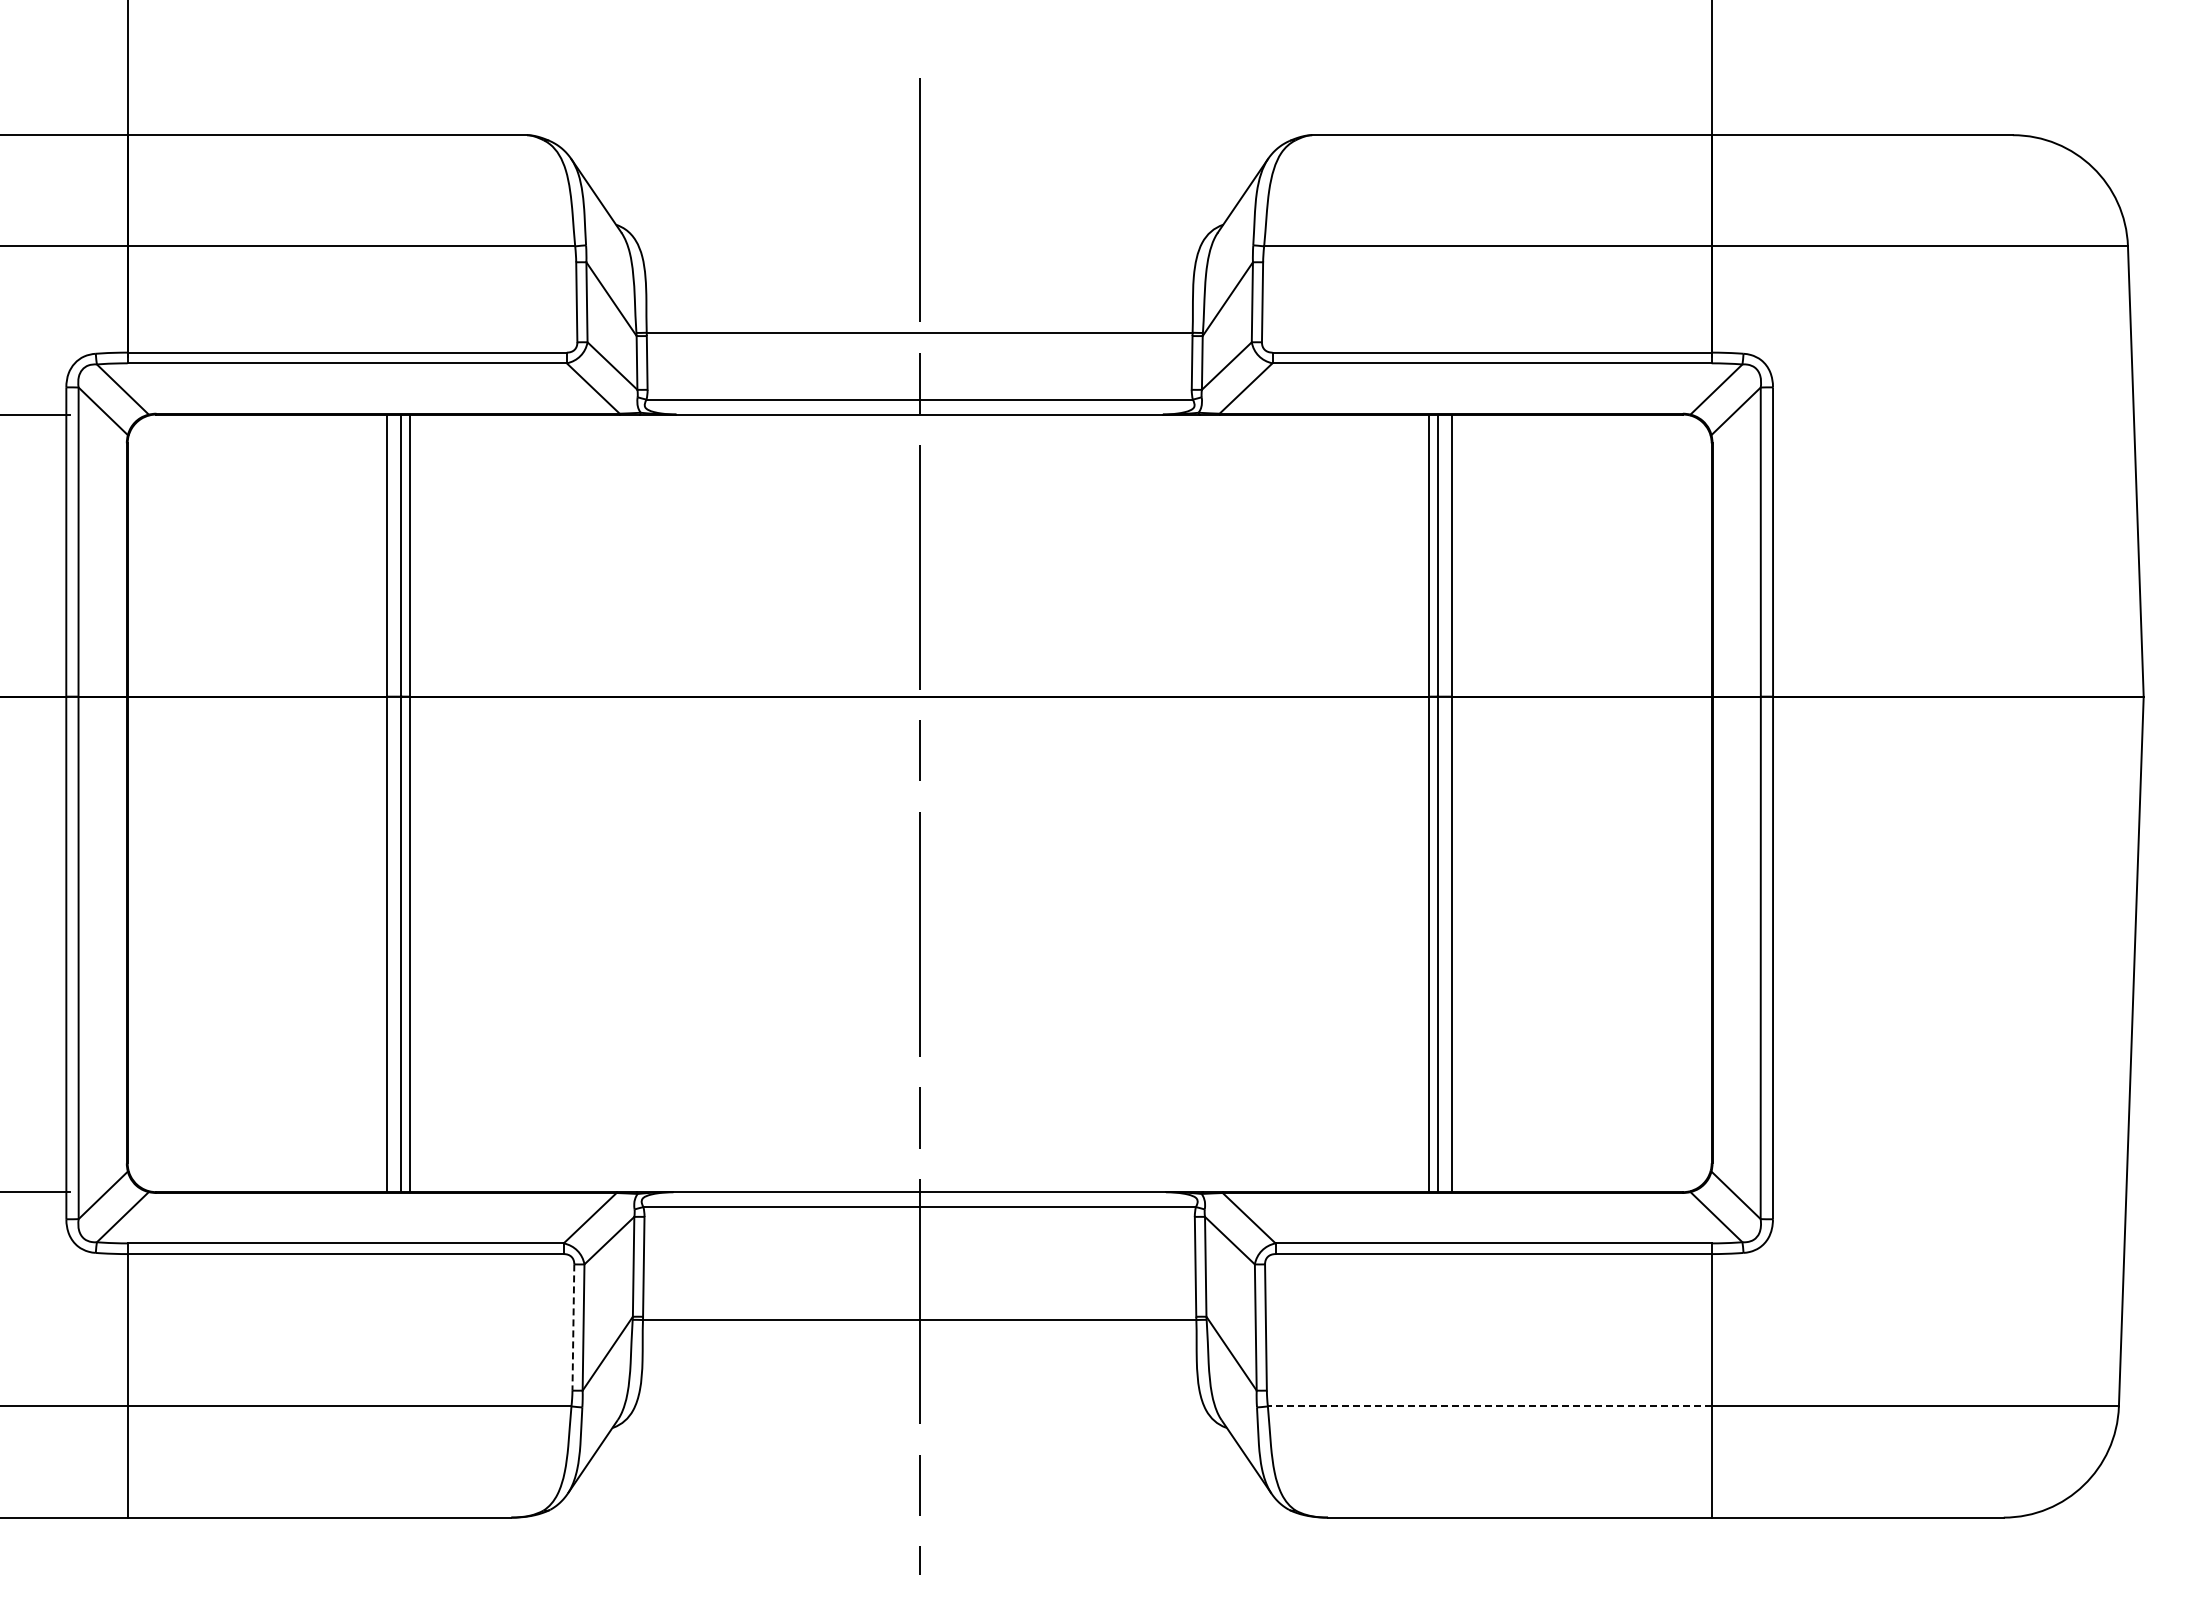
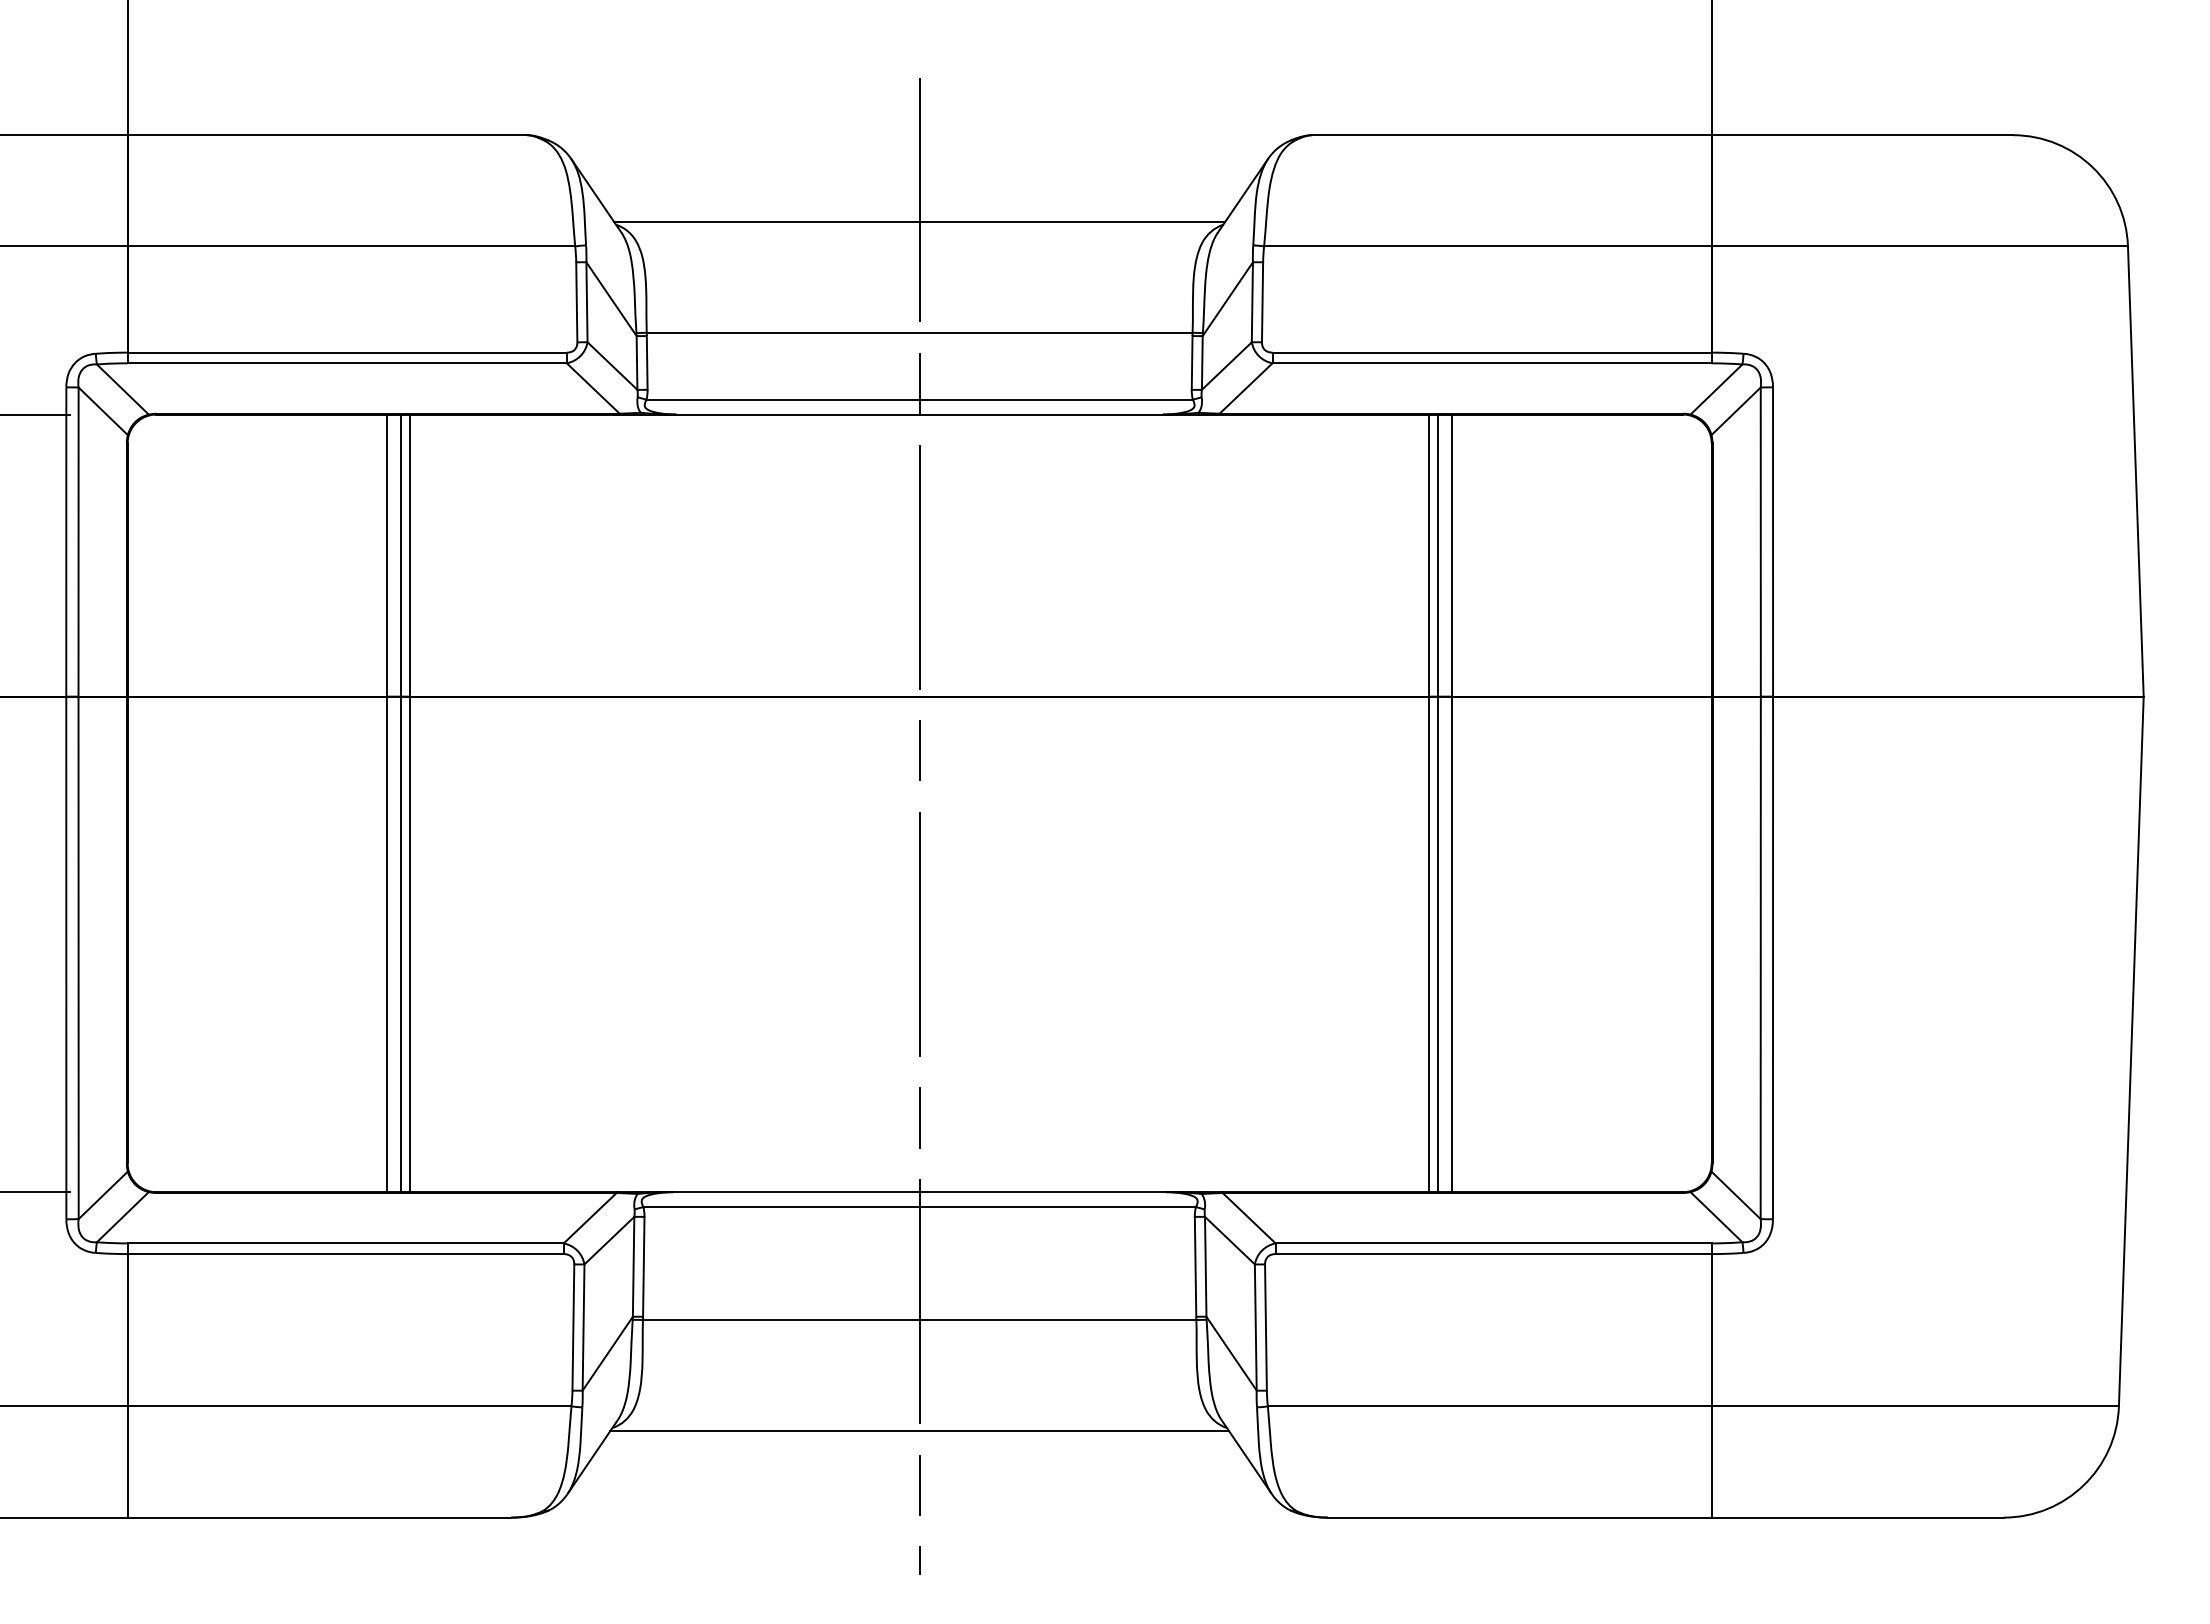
line at (919, 221): none -> present
line at (573, 1328): dashed -> solid
line at (1489, 1406): dashed -> solid
line at (919, 1431): none -> present
